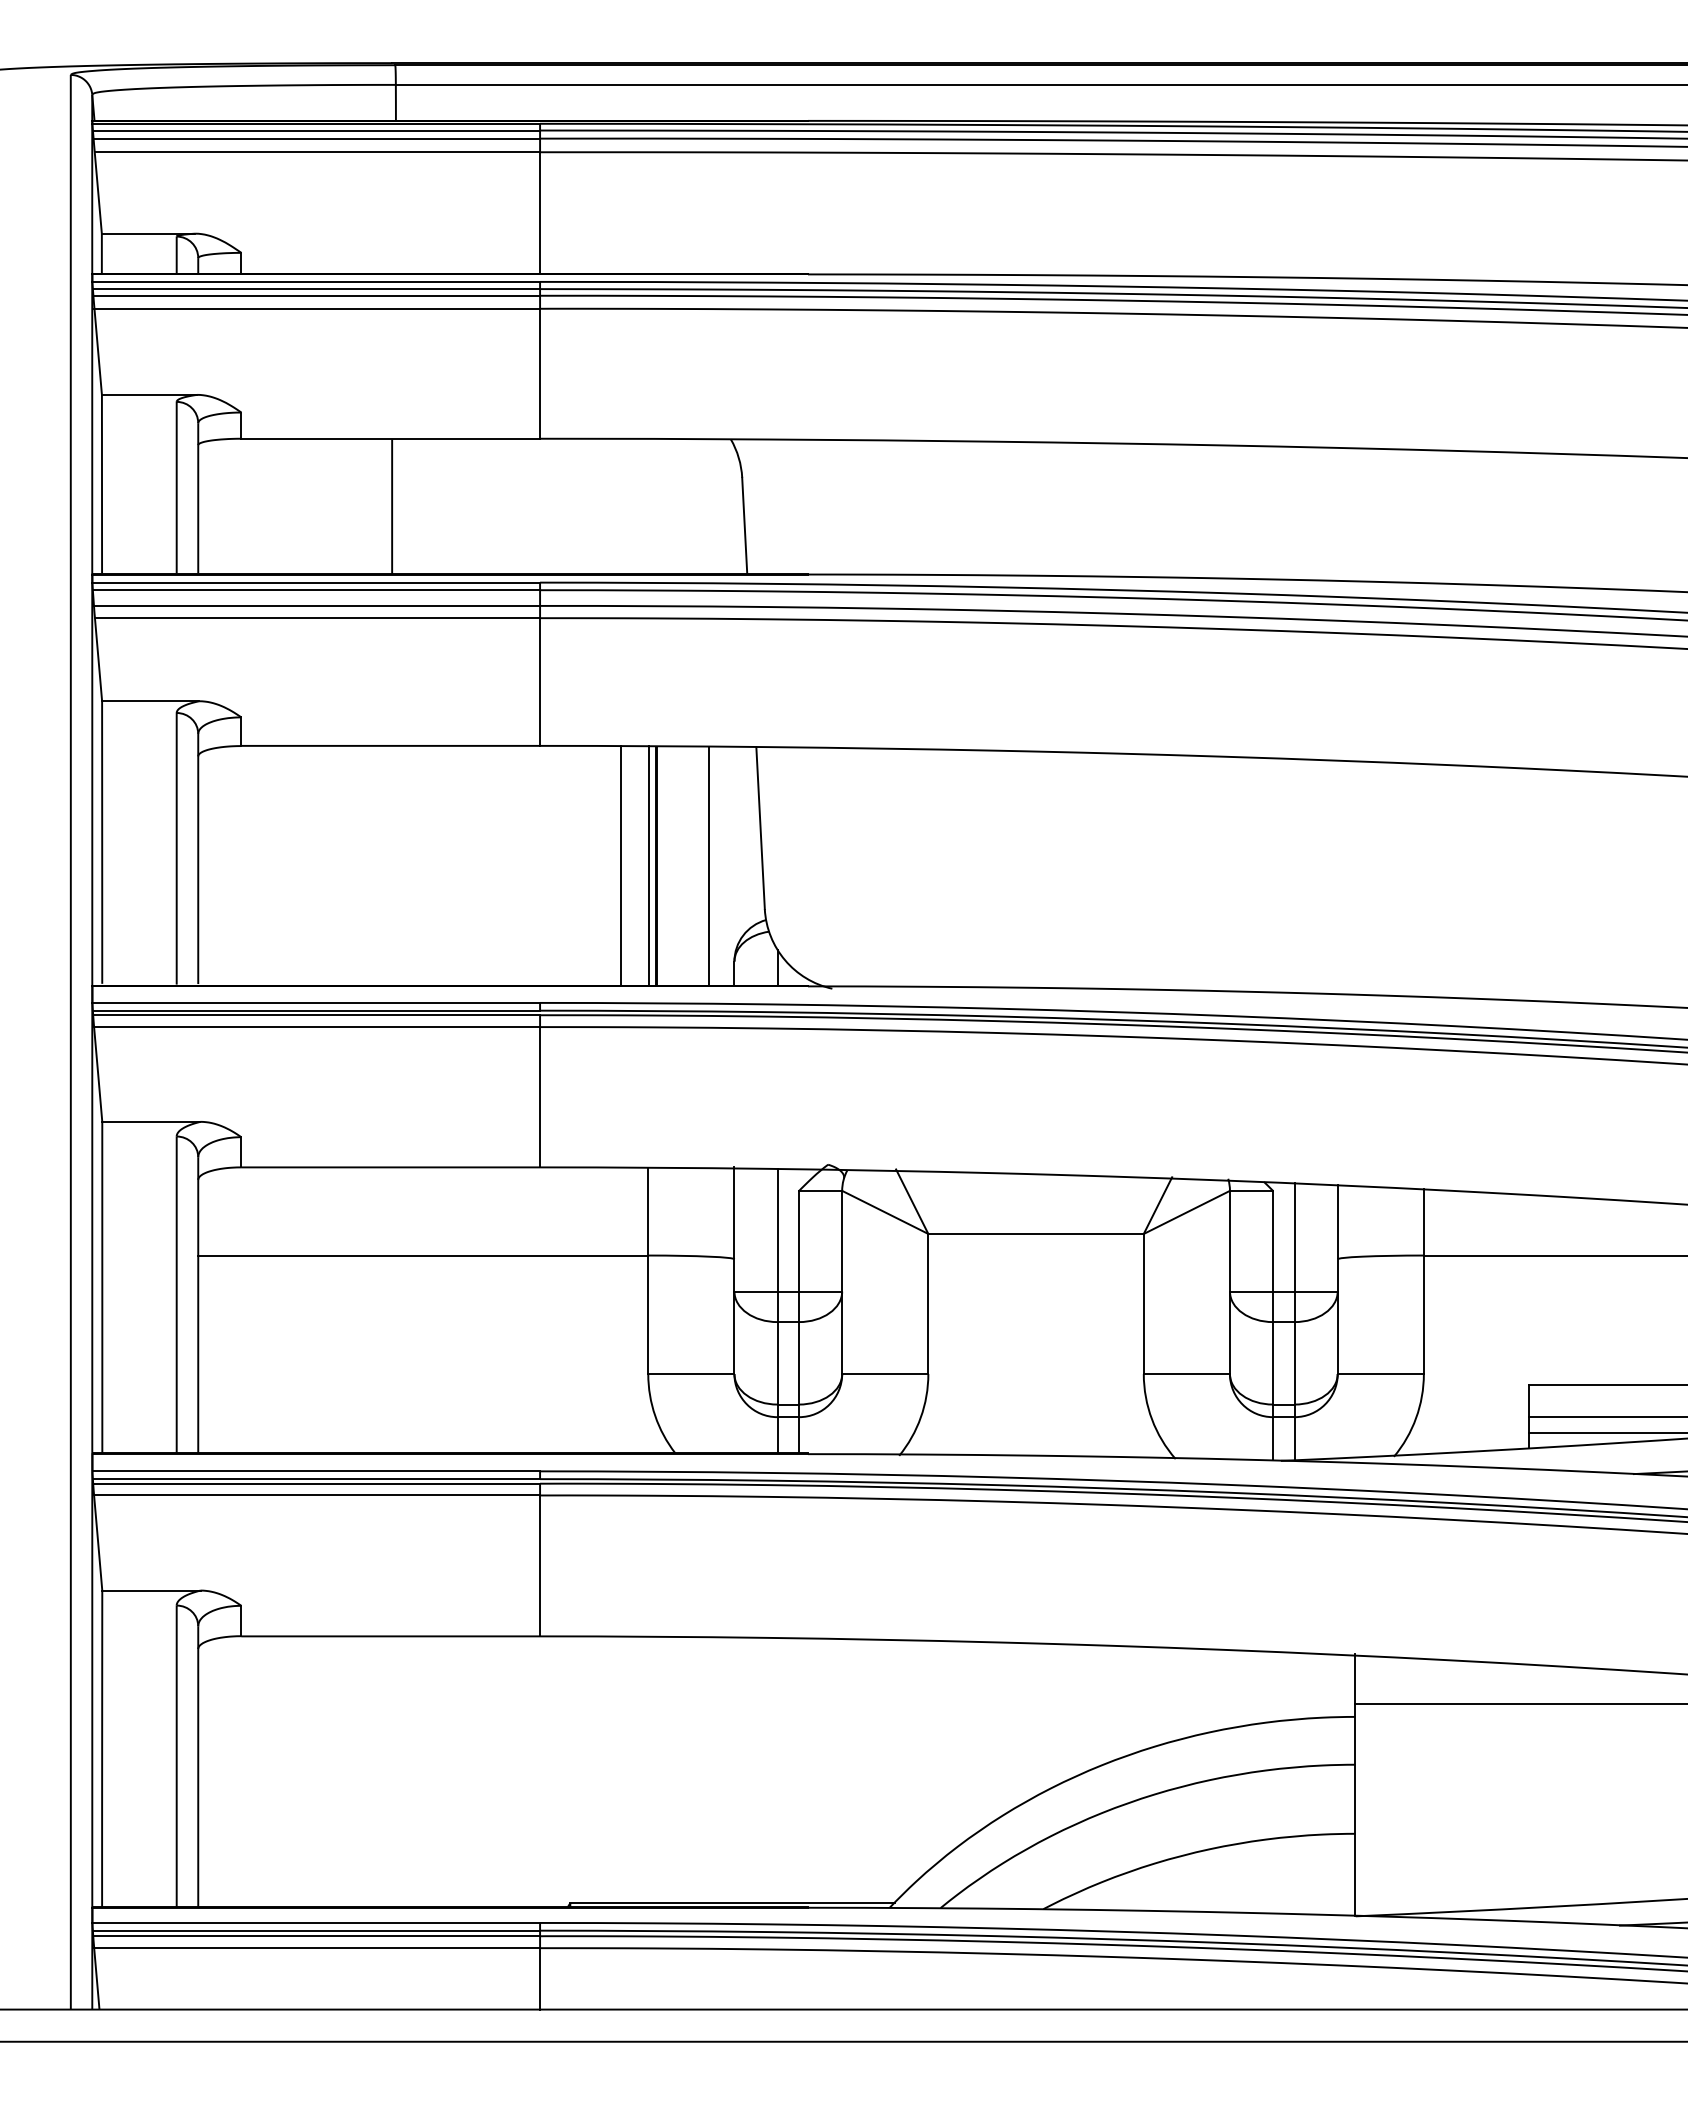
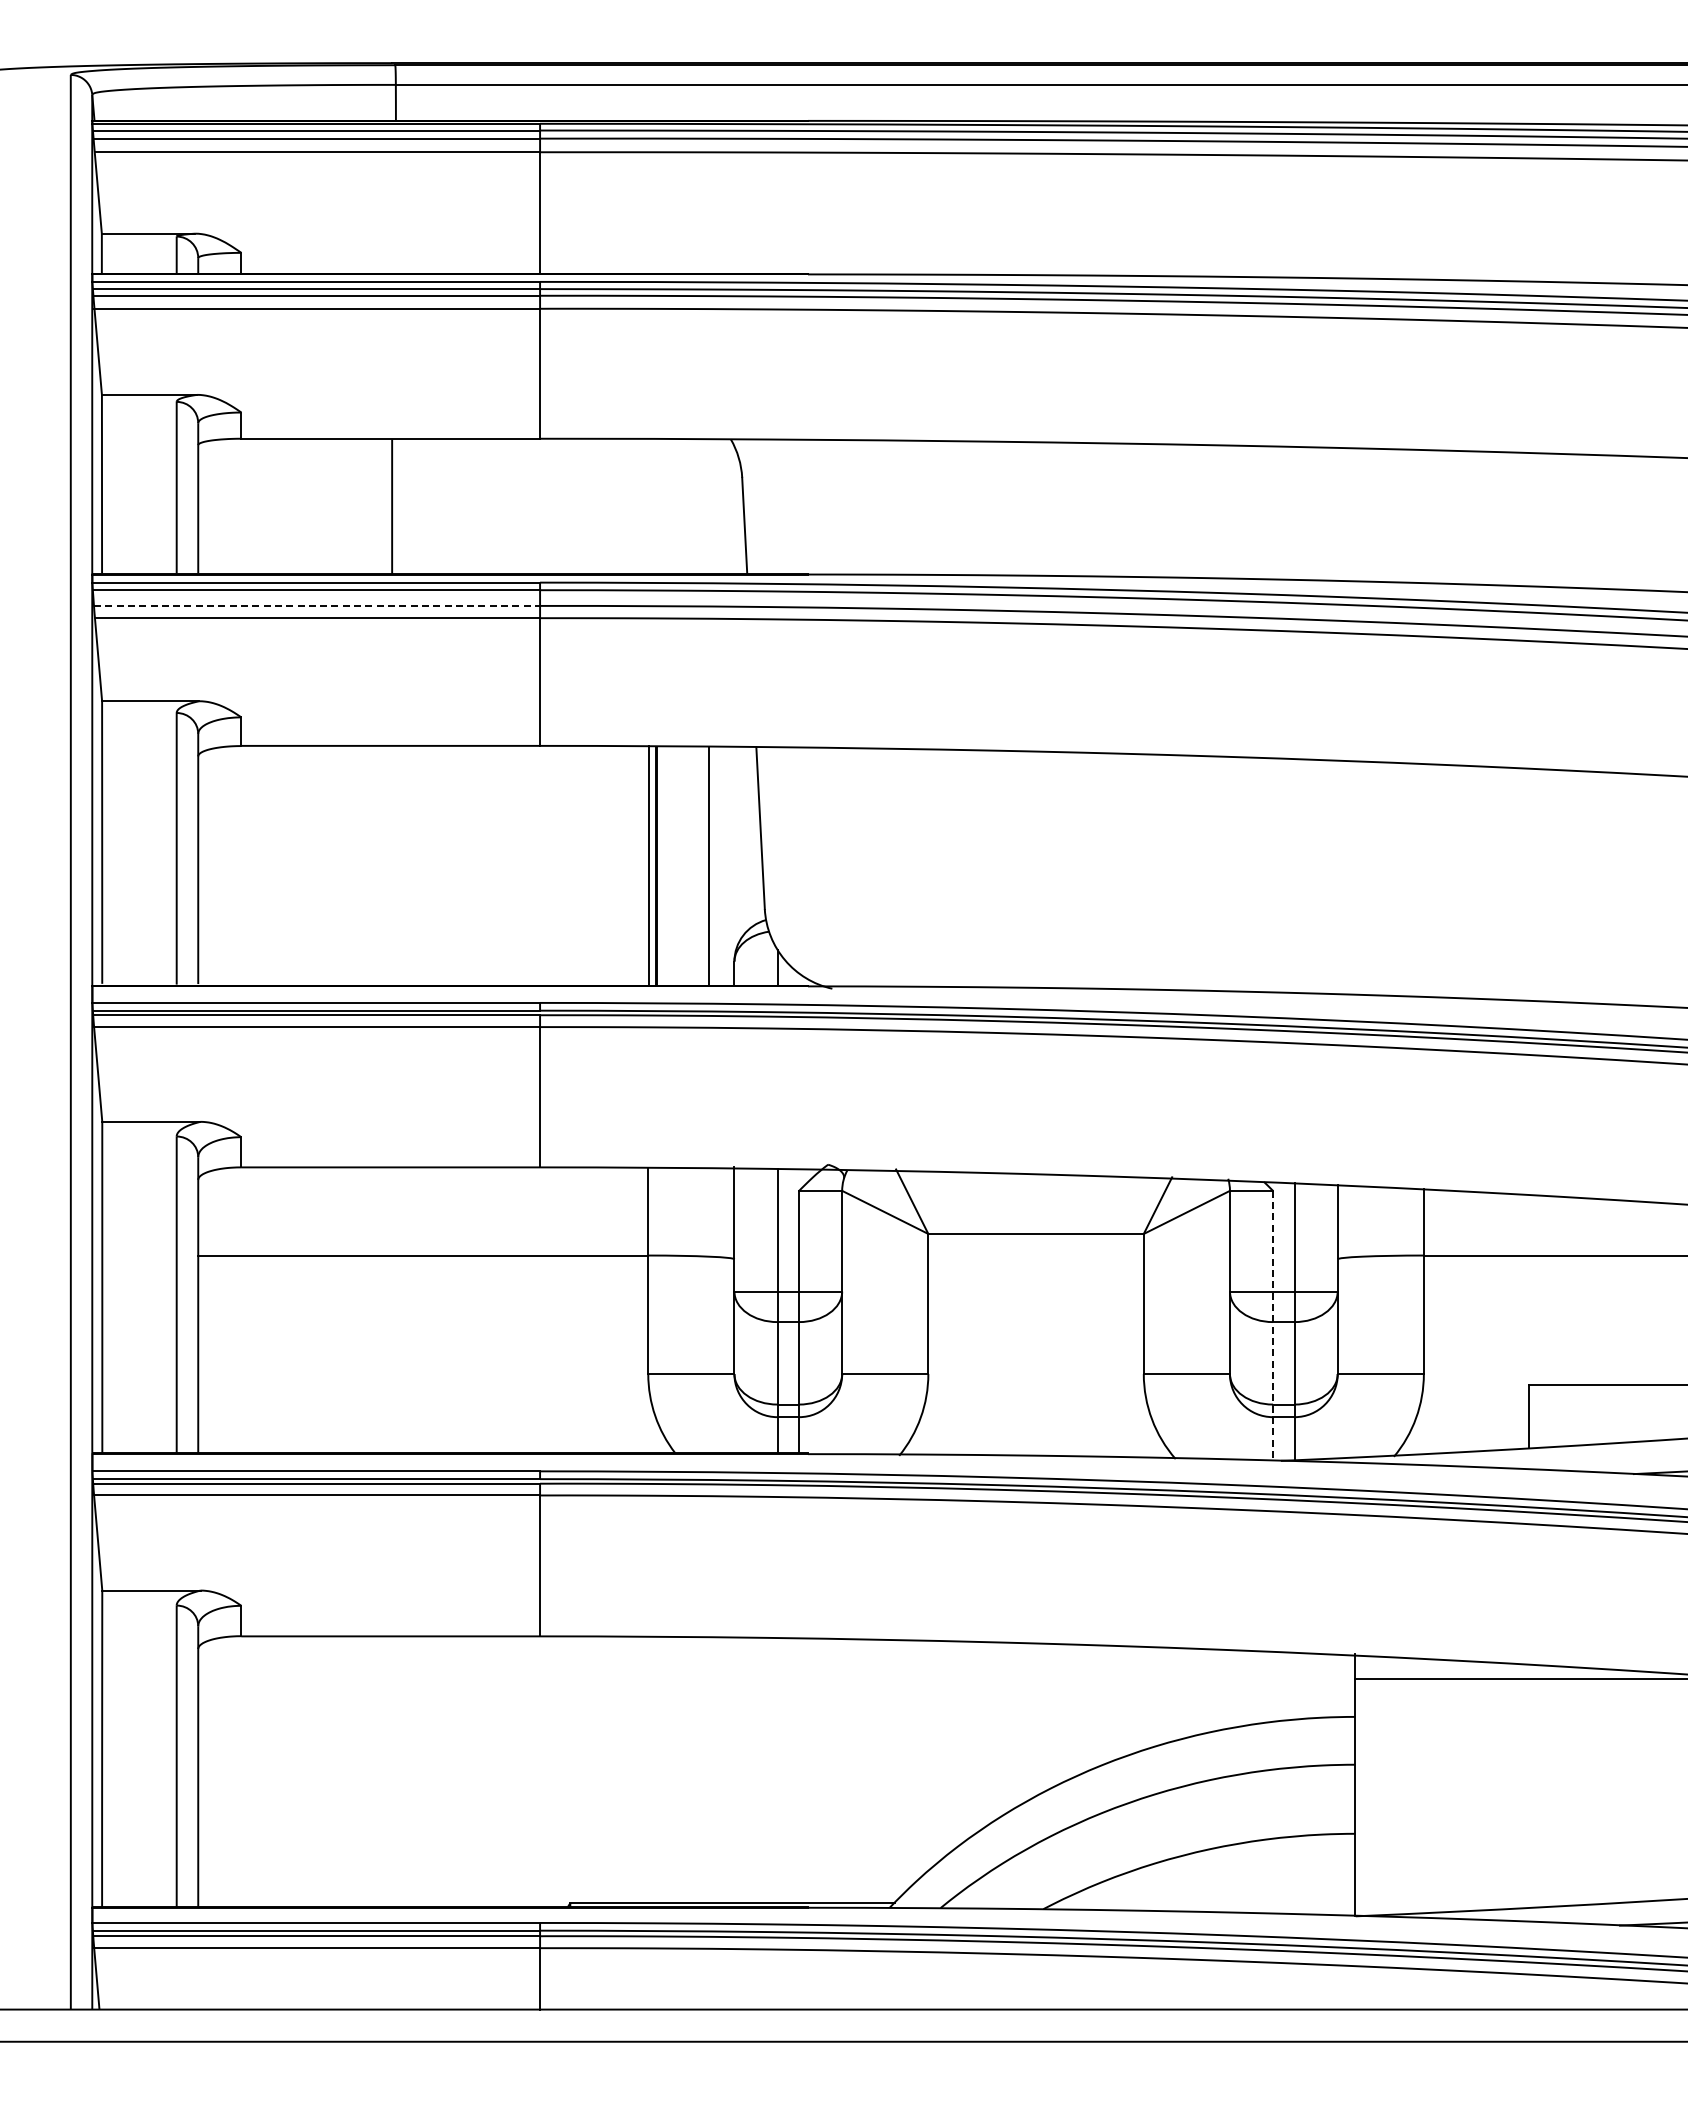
line at (317, 605): solid -> dashed
line at (620, 865): present -> none
line at (1273, 1325): solid -> dashed
line at (1606, 1416): present -> none
line at (1606, 1433): present -> none
line at (1519, 1704) position: (1519, 1704) -> (1519, 1679)
